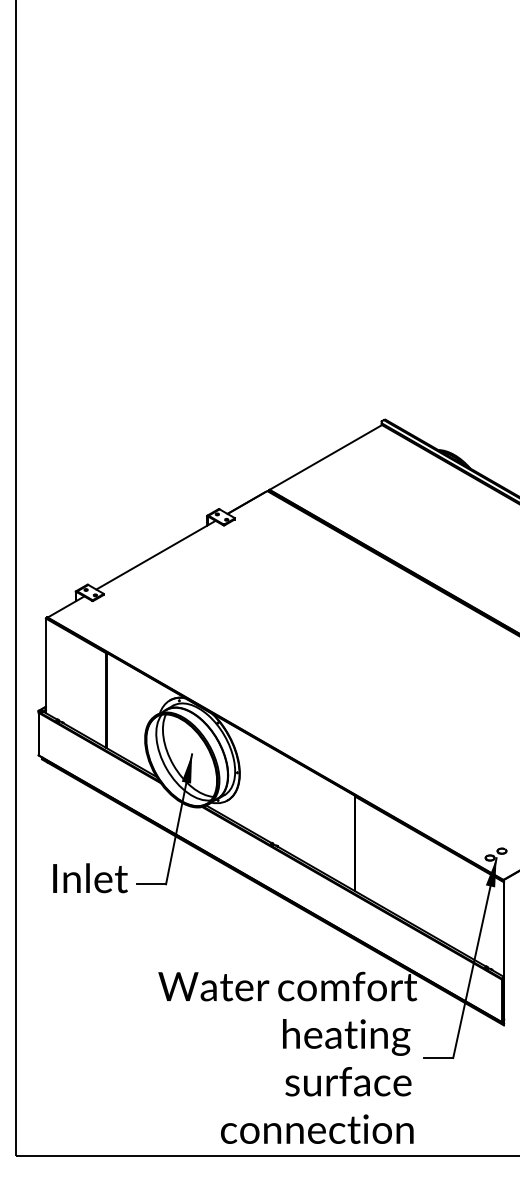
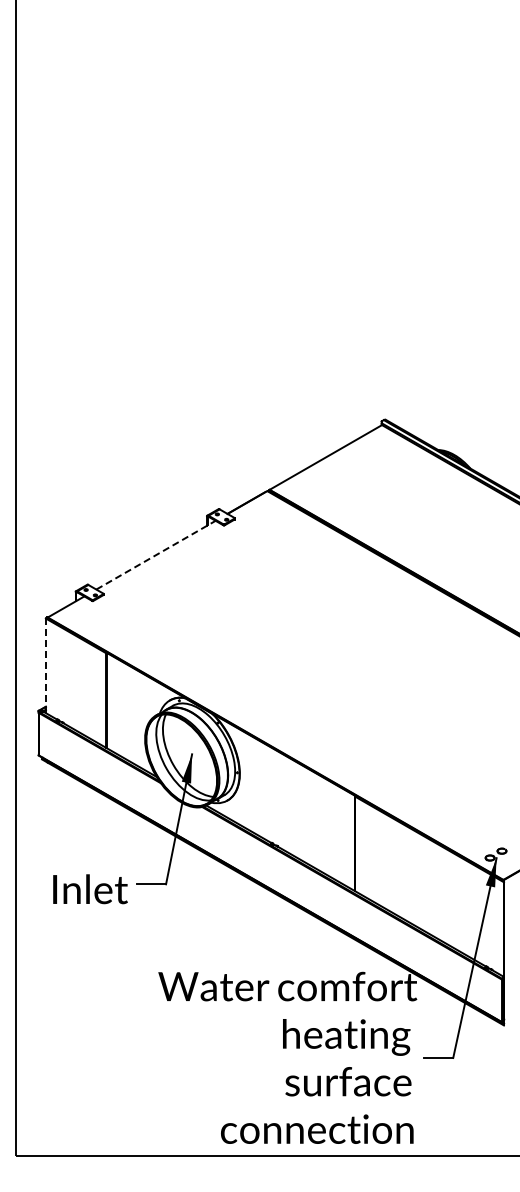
line at (156, 555): solid -> dashed
line at (45, 665): solid -> dashed
text at (90, 878) position: (90, 878) -> (90, 889)
